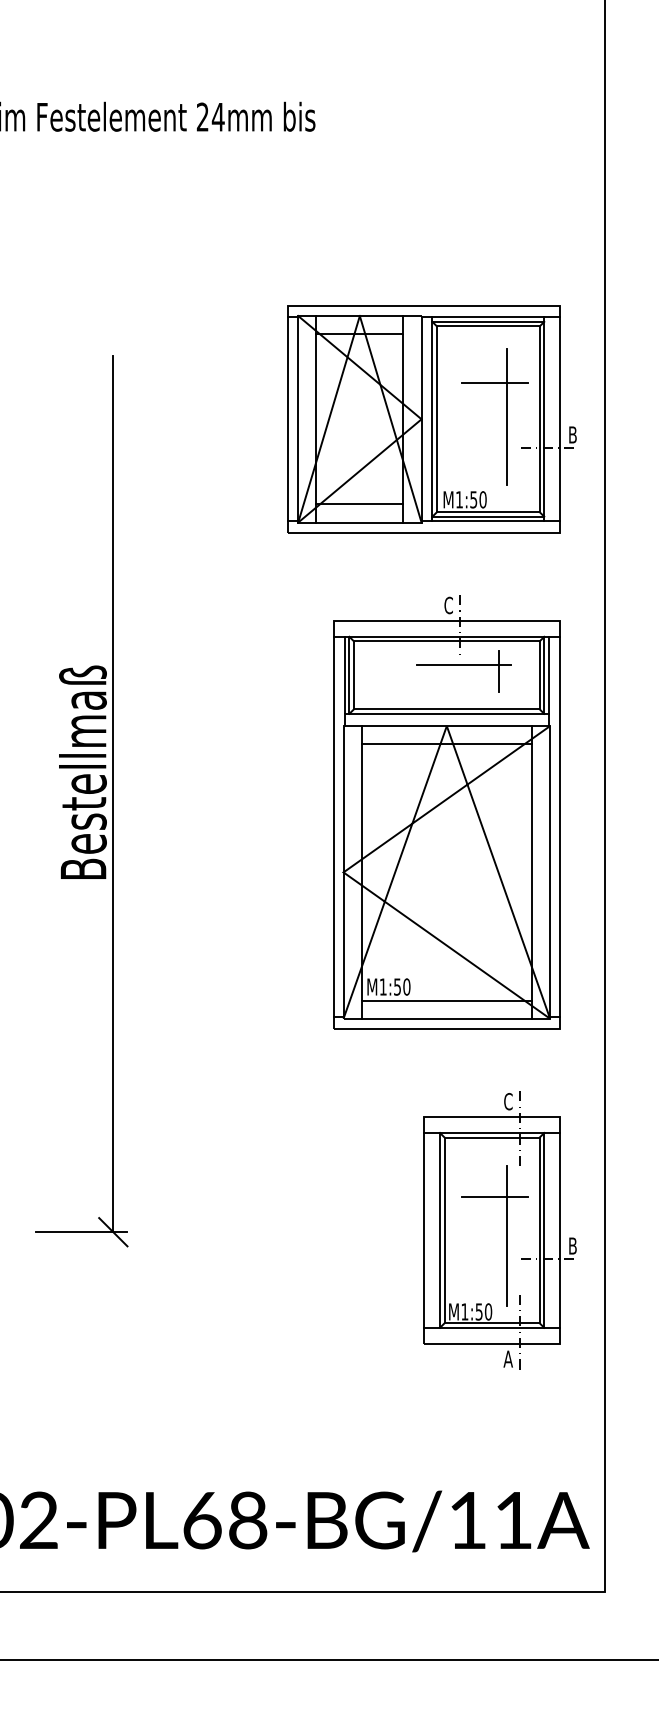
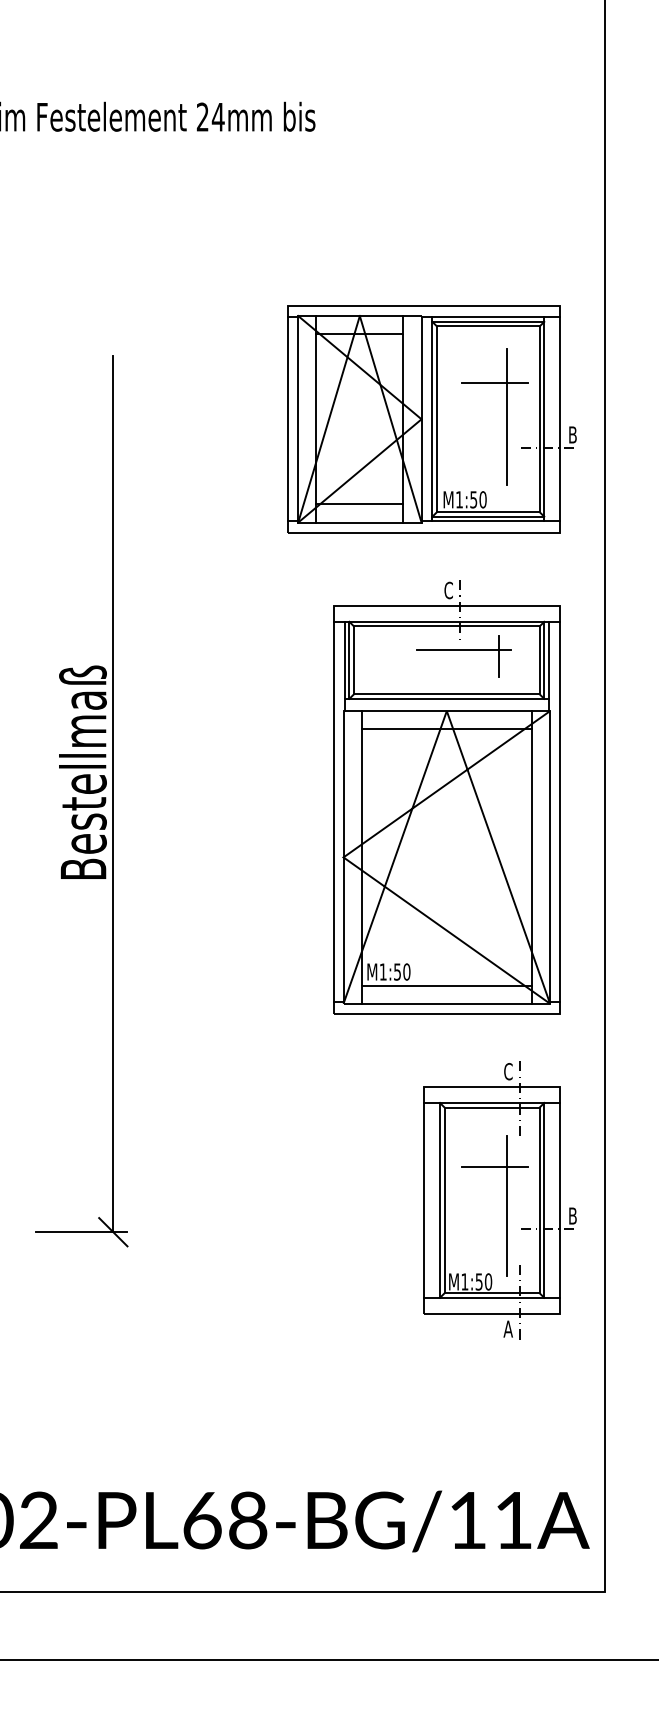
part at (446, 812) position: (446, 812) -> (446, 797)
part at (499, 1230) position: (499, 1230) -> (499, 1200)
